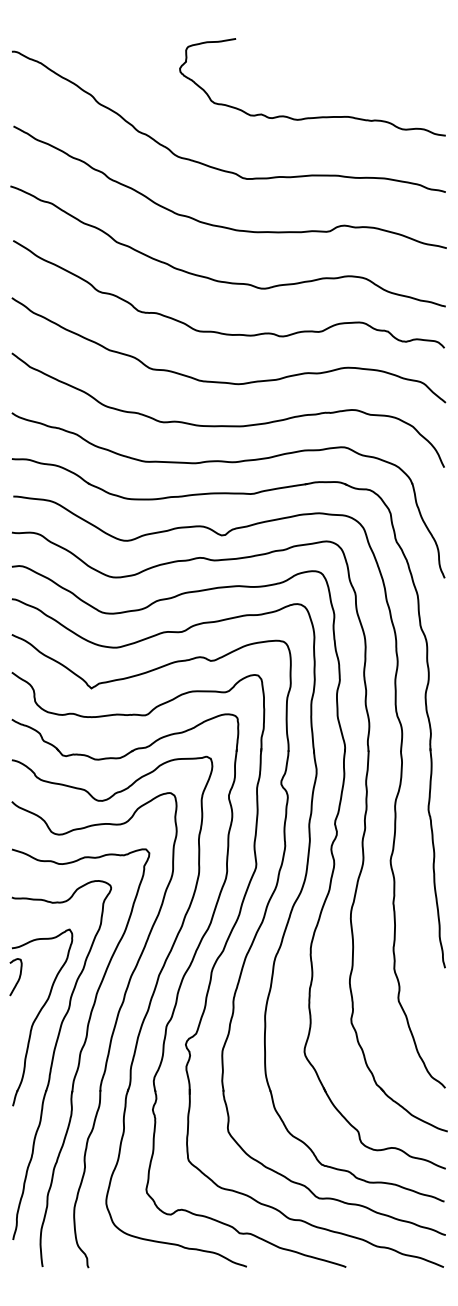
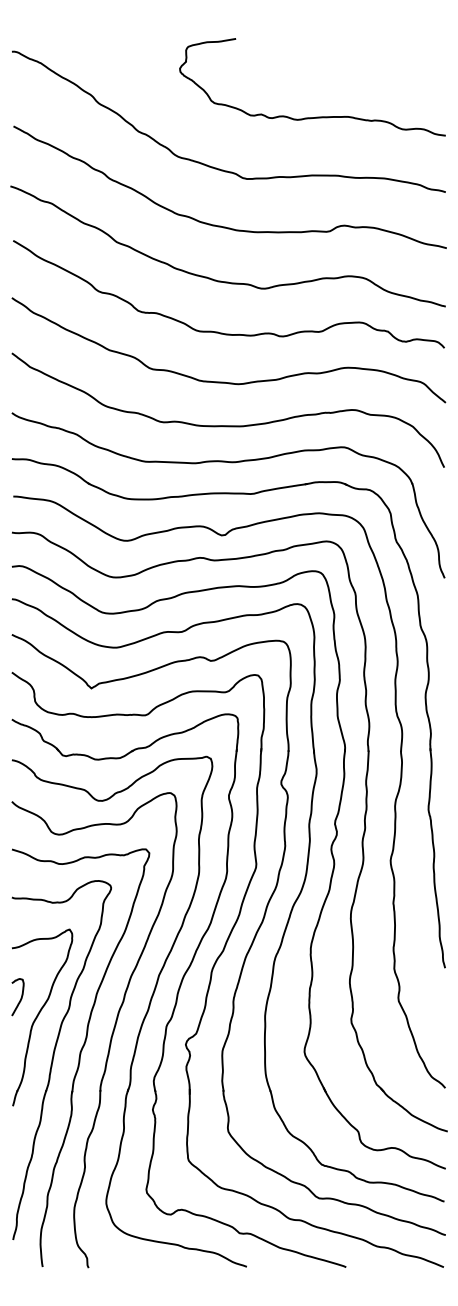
curve at (18, 977) position: (18, 977) -> (20, 997)
